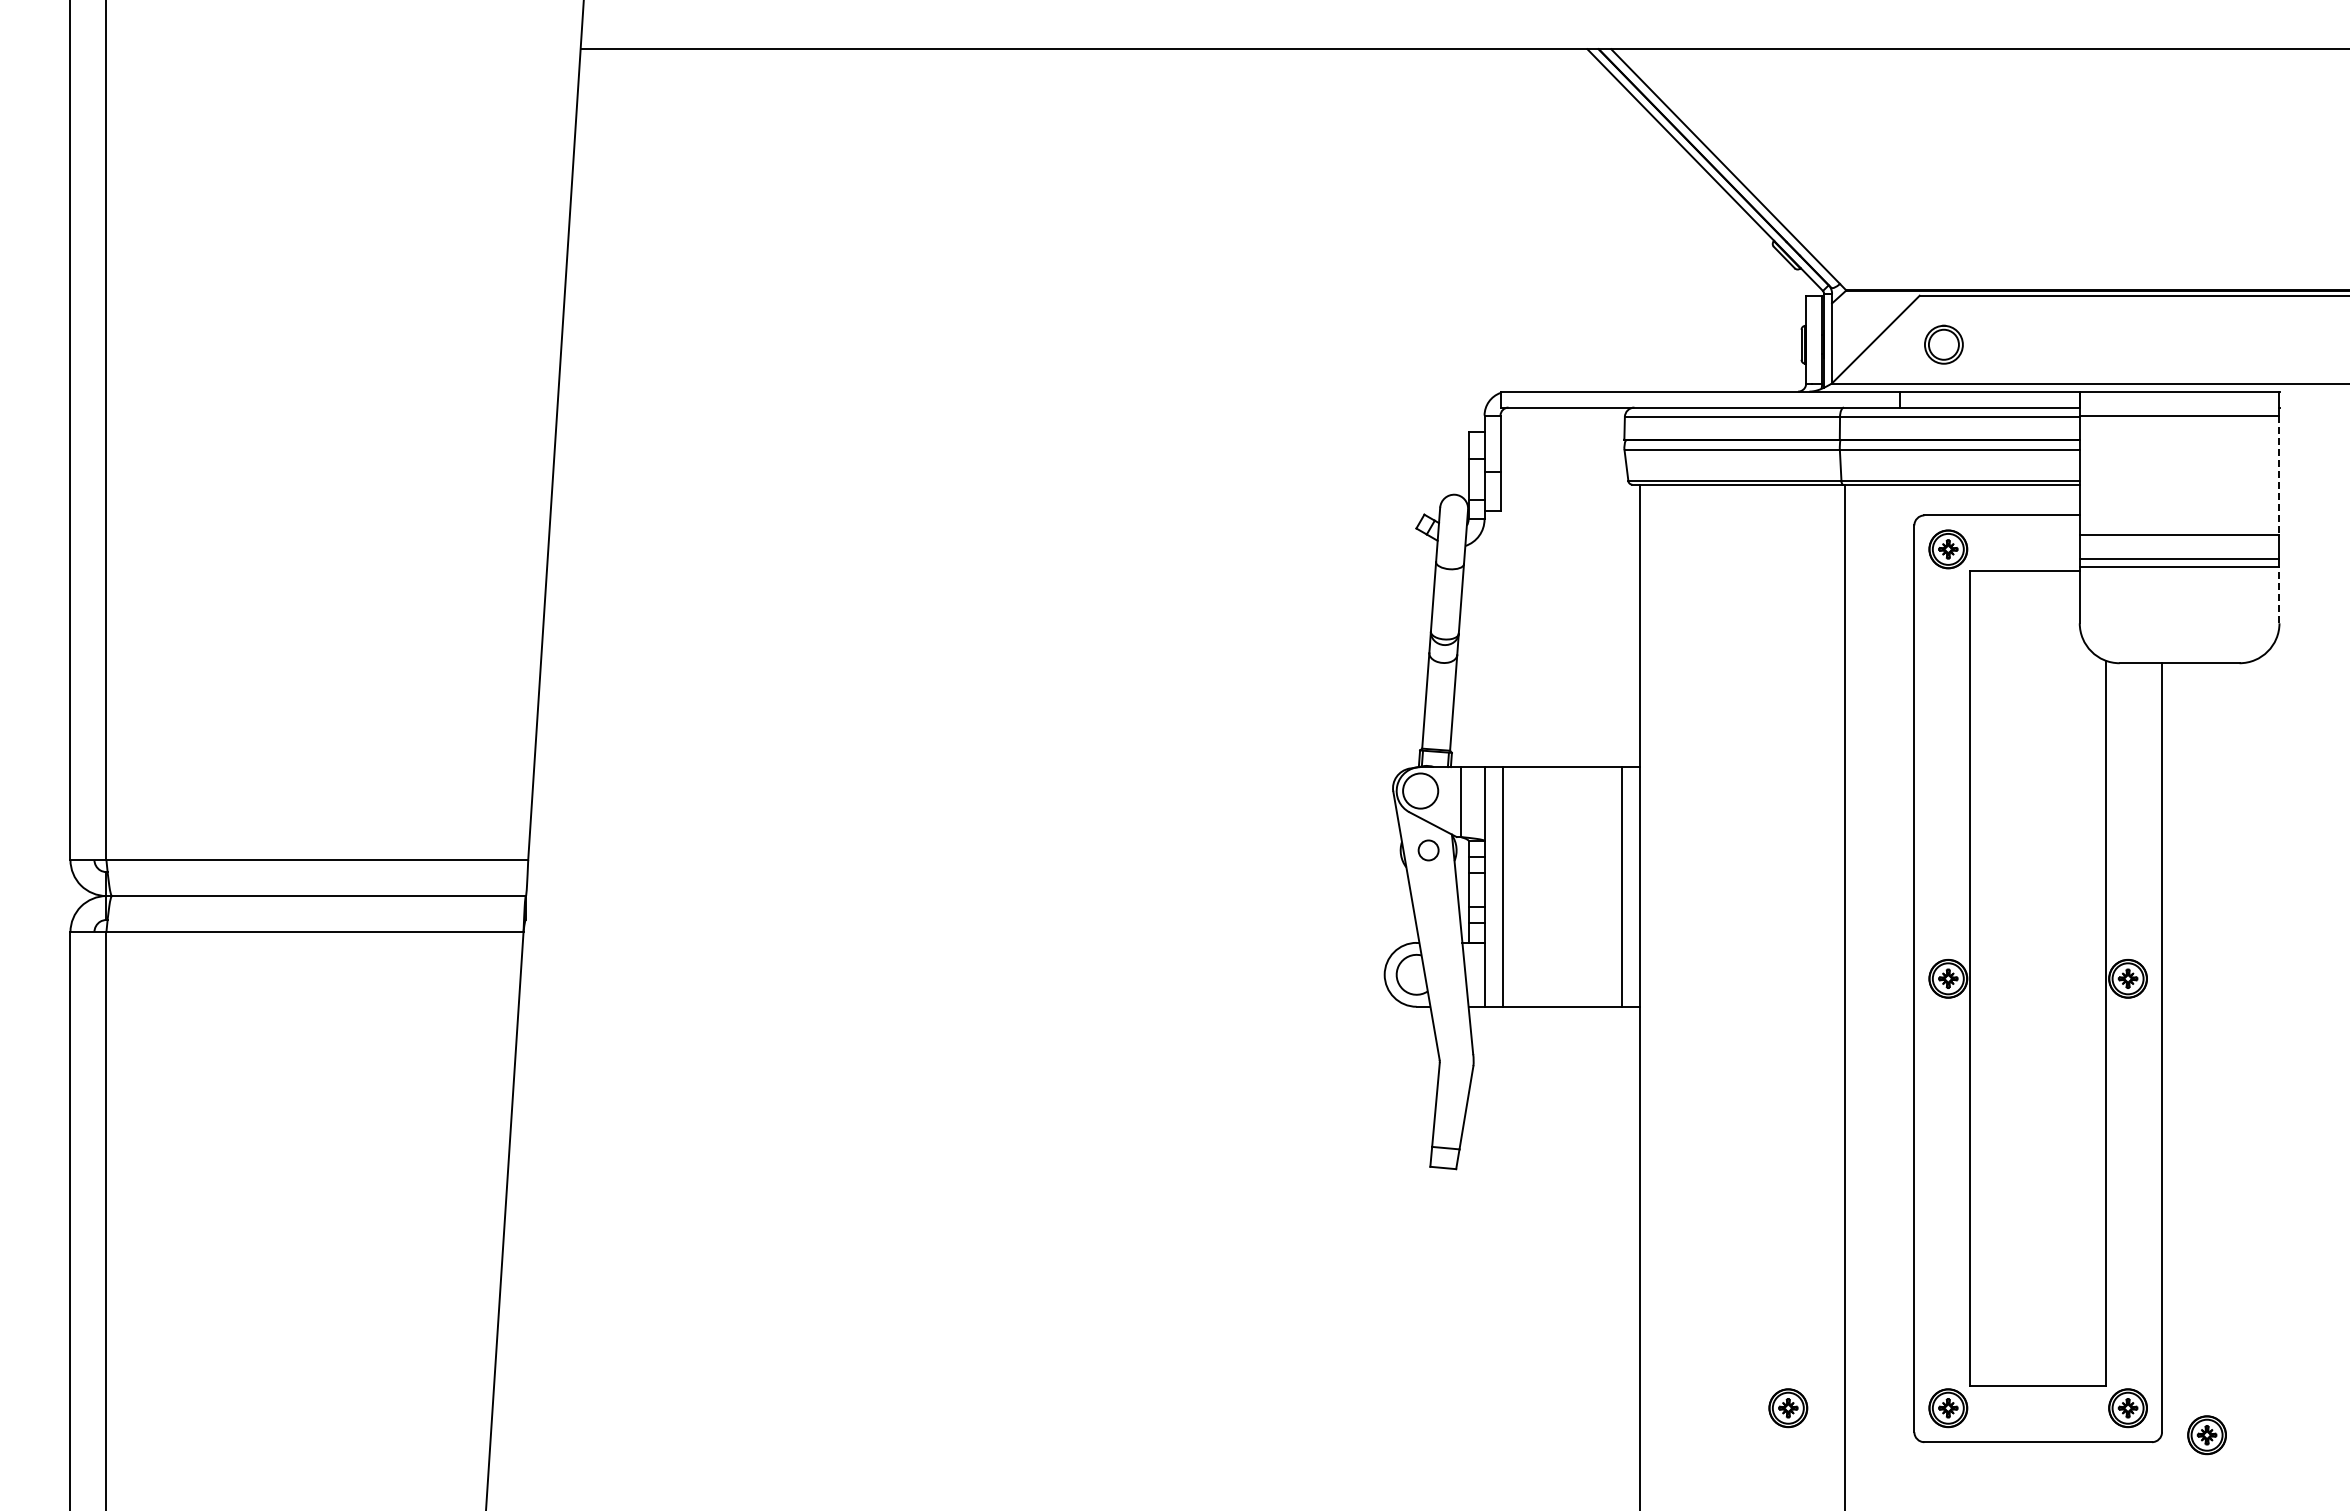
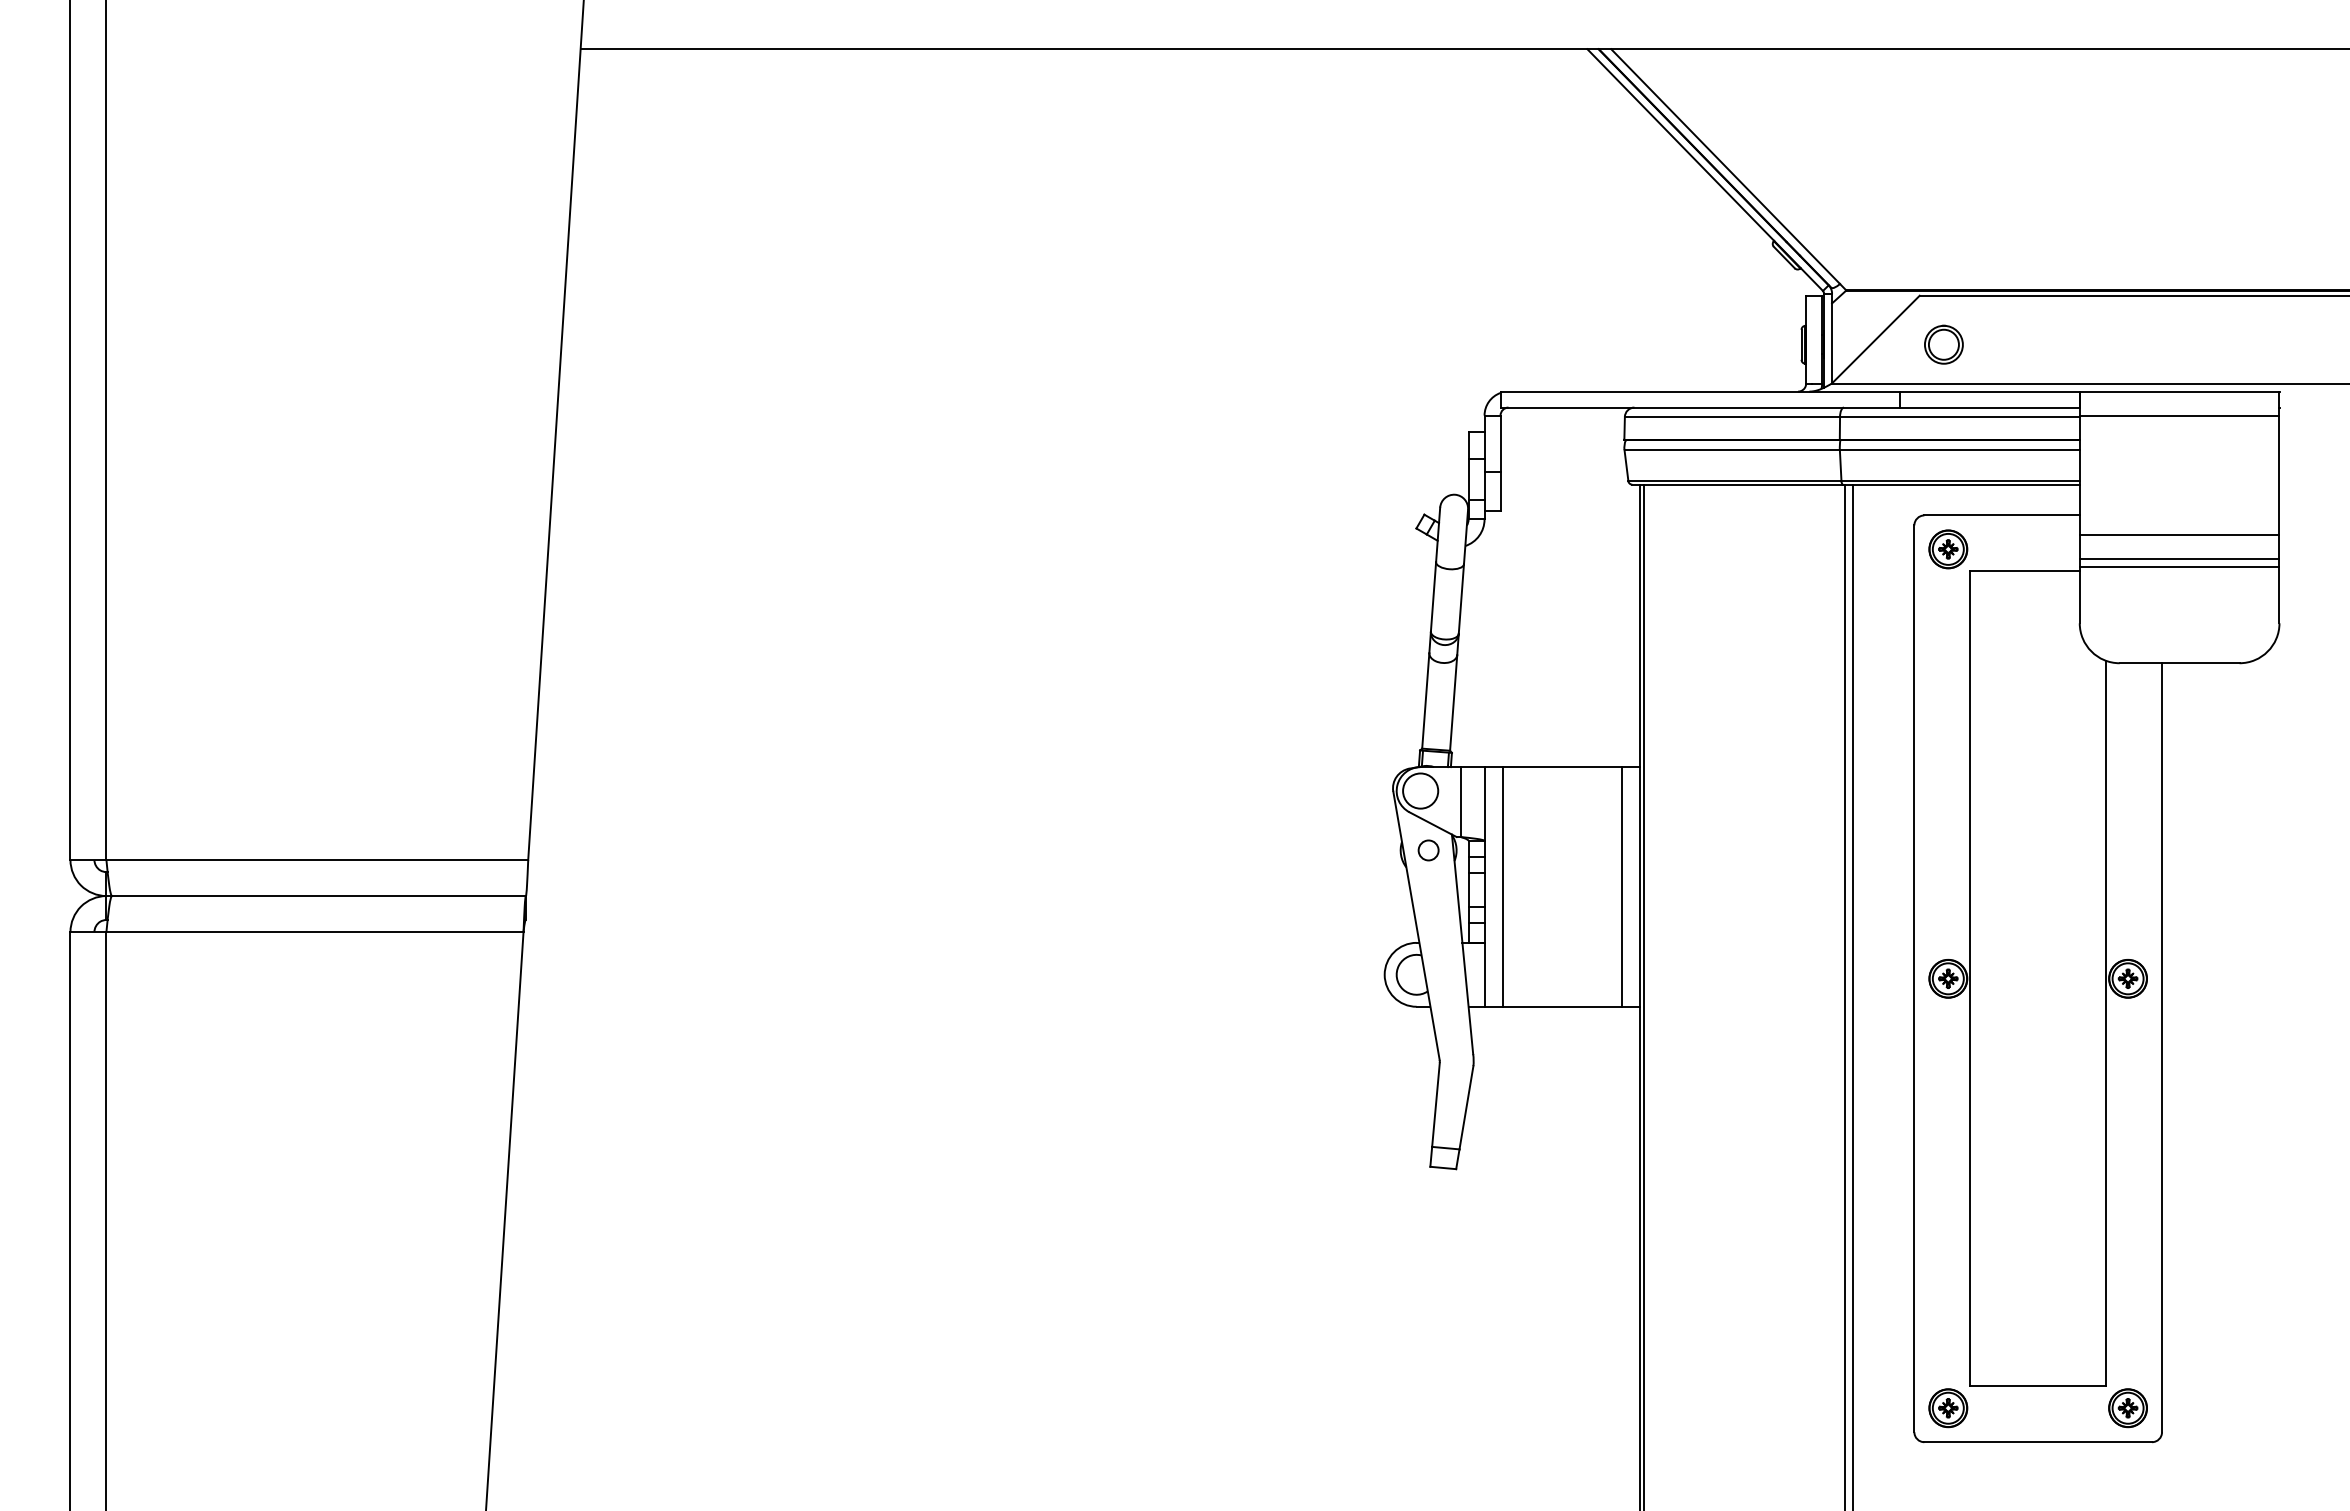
line at (2279, 475): dashed -> solid
line at (2279, 595): dashed -> solid
line at (1643, 995): none -> present
line at (1853, 995): none -> present
part at (1788, 1408): present -> none
part at (2206, 1435): present -> none
